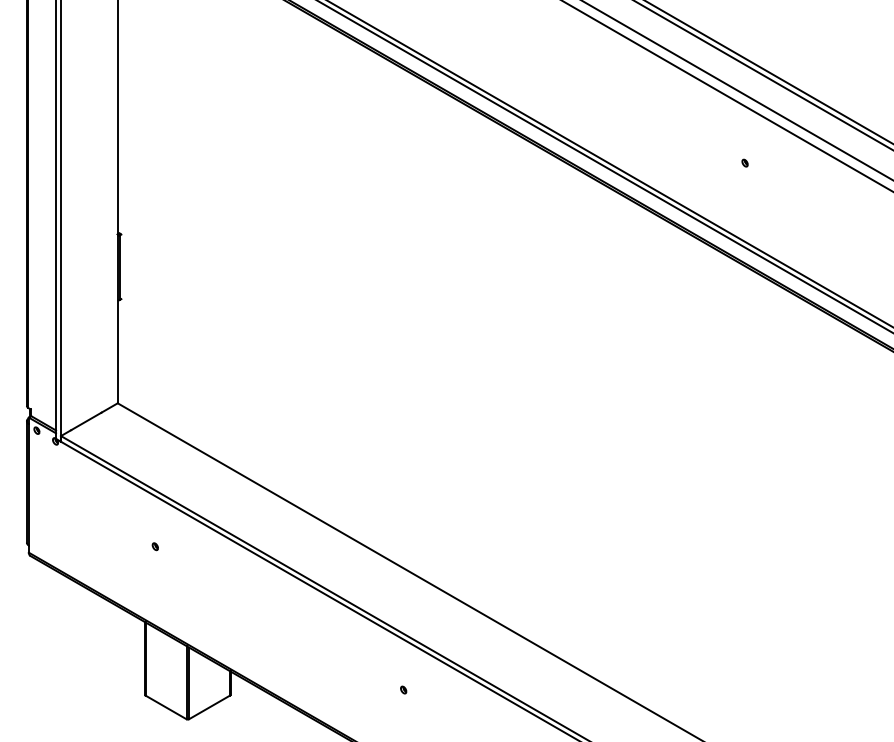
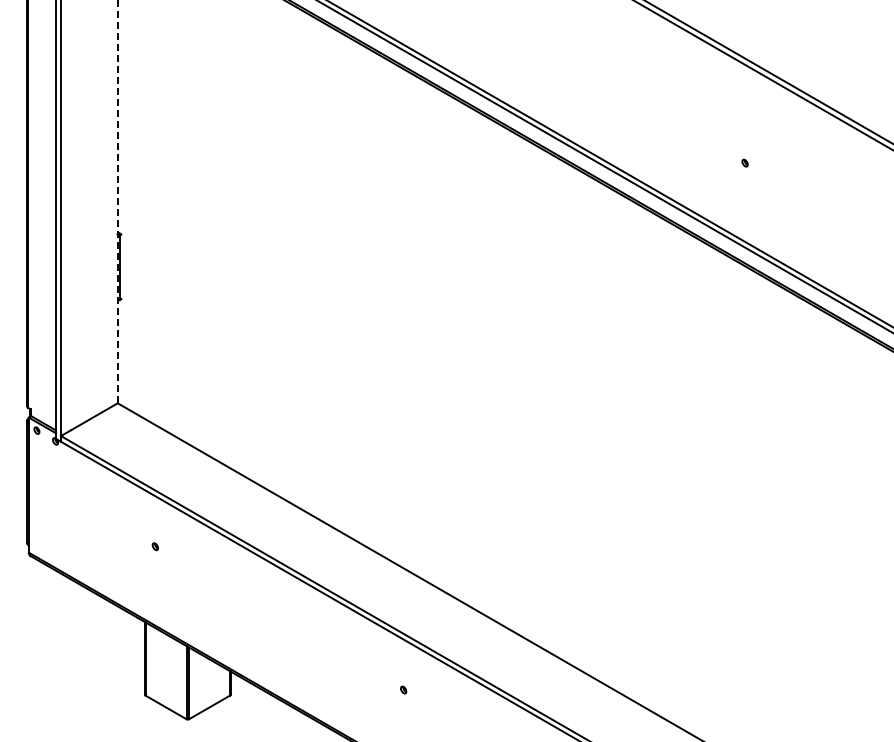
line at (737, 90): present -> none
line at (727, 96): present -> none
line at (117, 201): solid -> dashed
